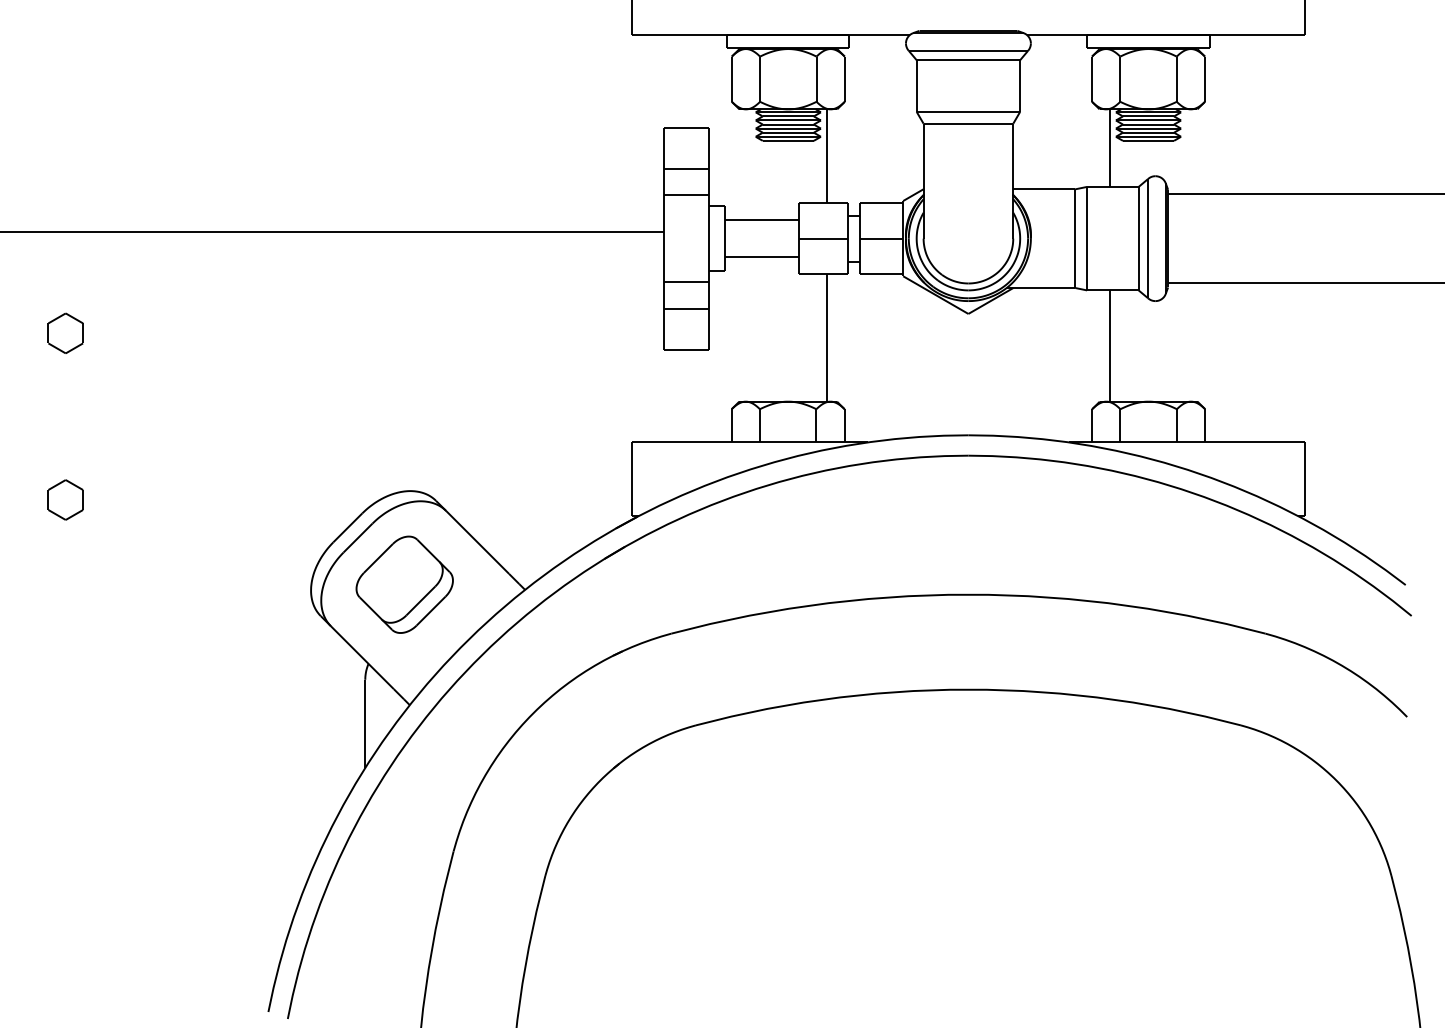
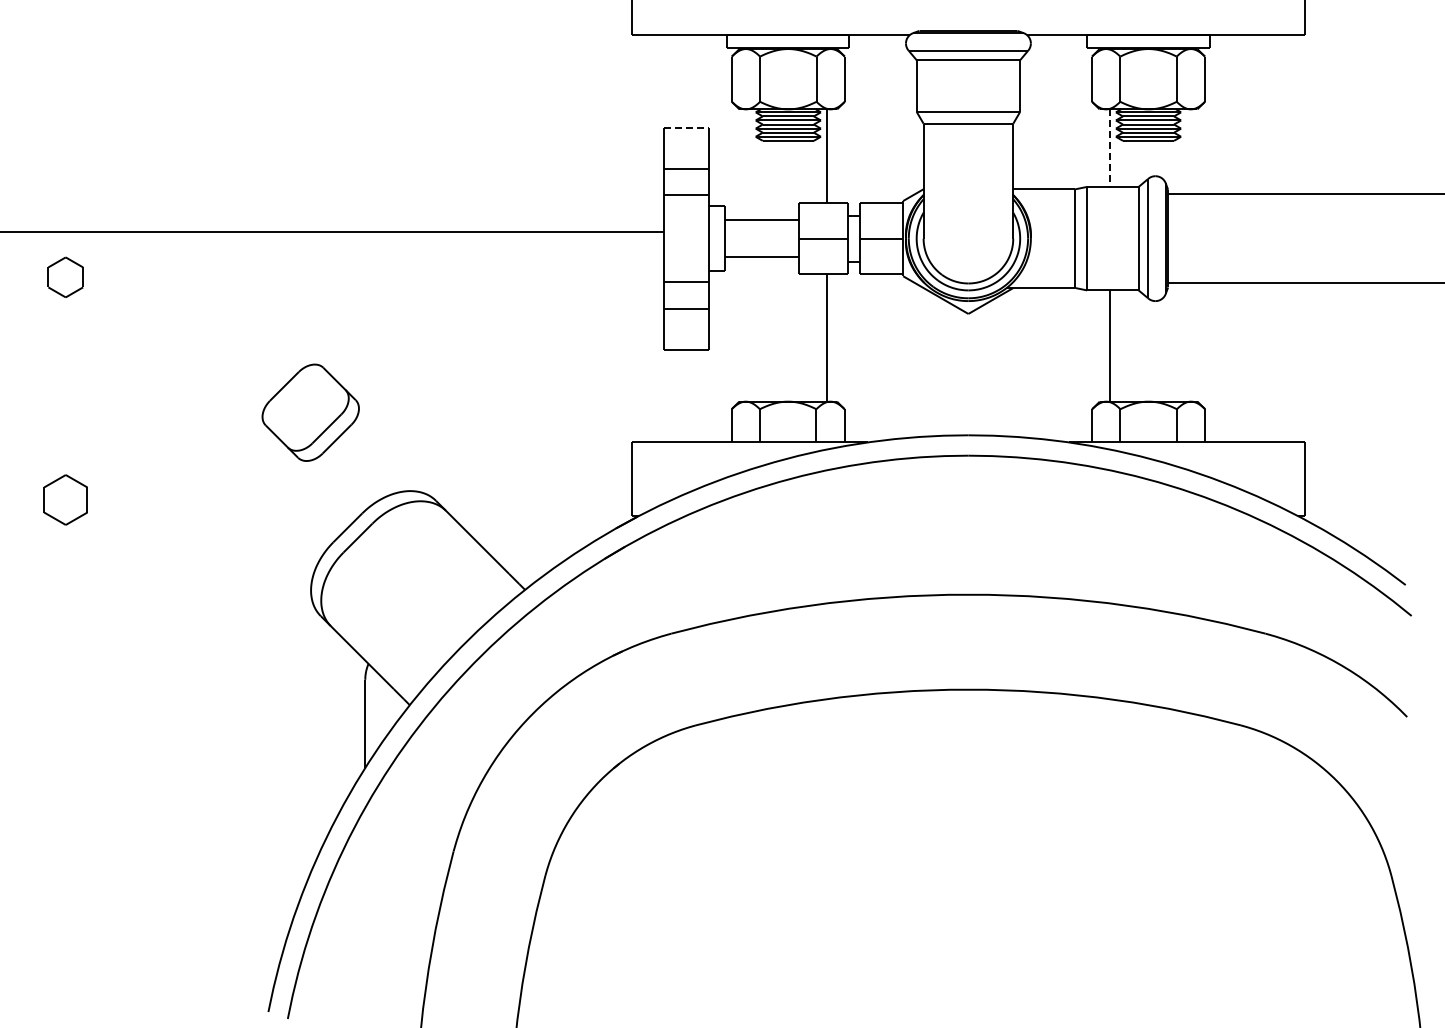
line at (687, 127): solid -> dashed
line at (1110, 148): solid -> dashed
part at (65, 332) position: (65, 332) -> (65, 276)
part at (65, 499) size: 37x42 px -> 45x52 px
part at (404, 584) position: (404, 584) -> (310, 412)
